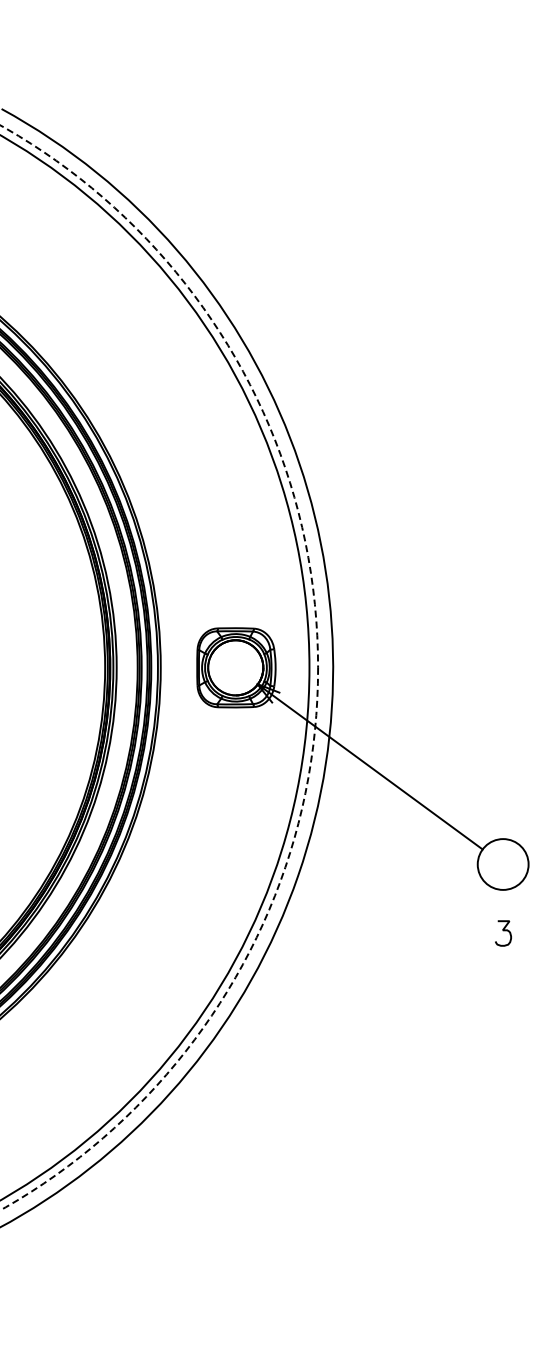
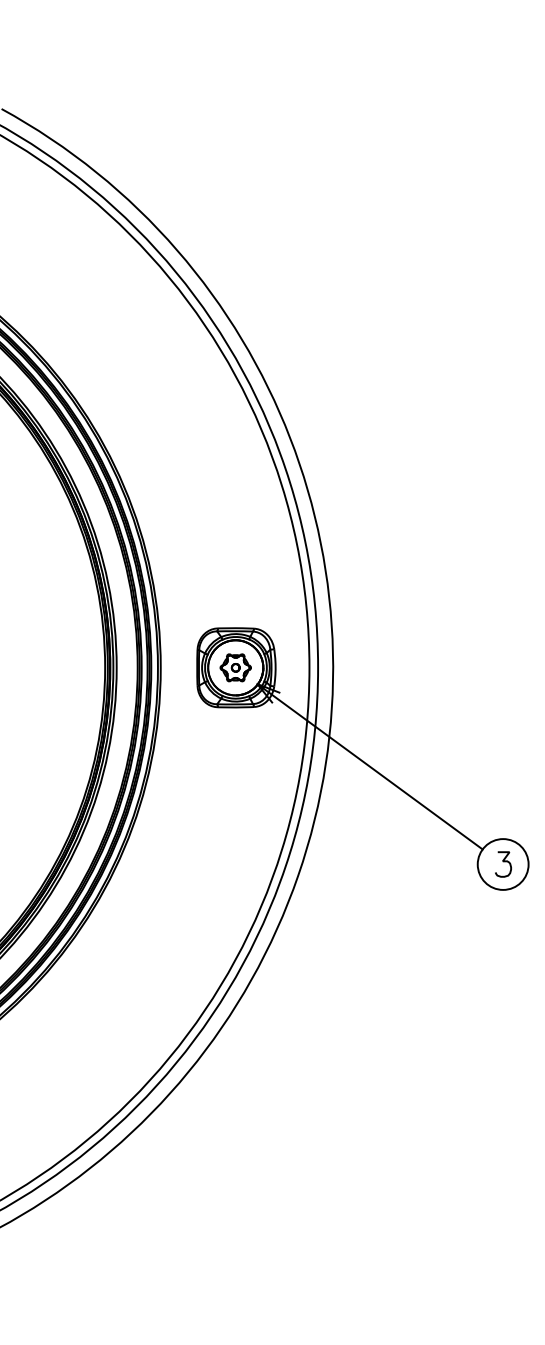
circle at (159, 667): dashed -> solid
part at (235, 667): none -> present
curve at (503, 931) position: (503, 931) -> (503, 862)
